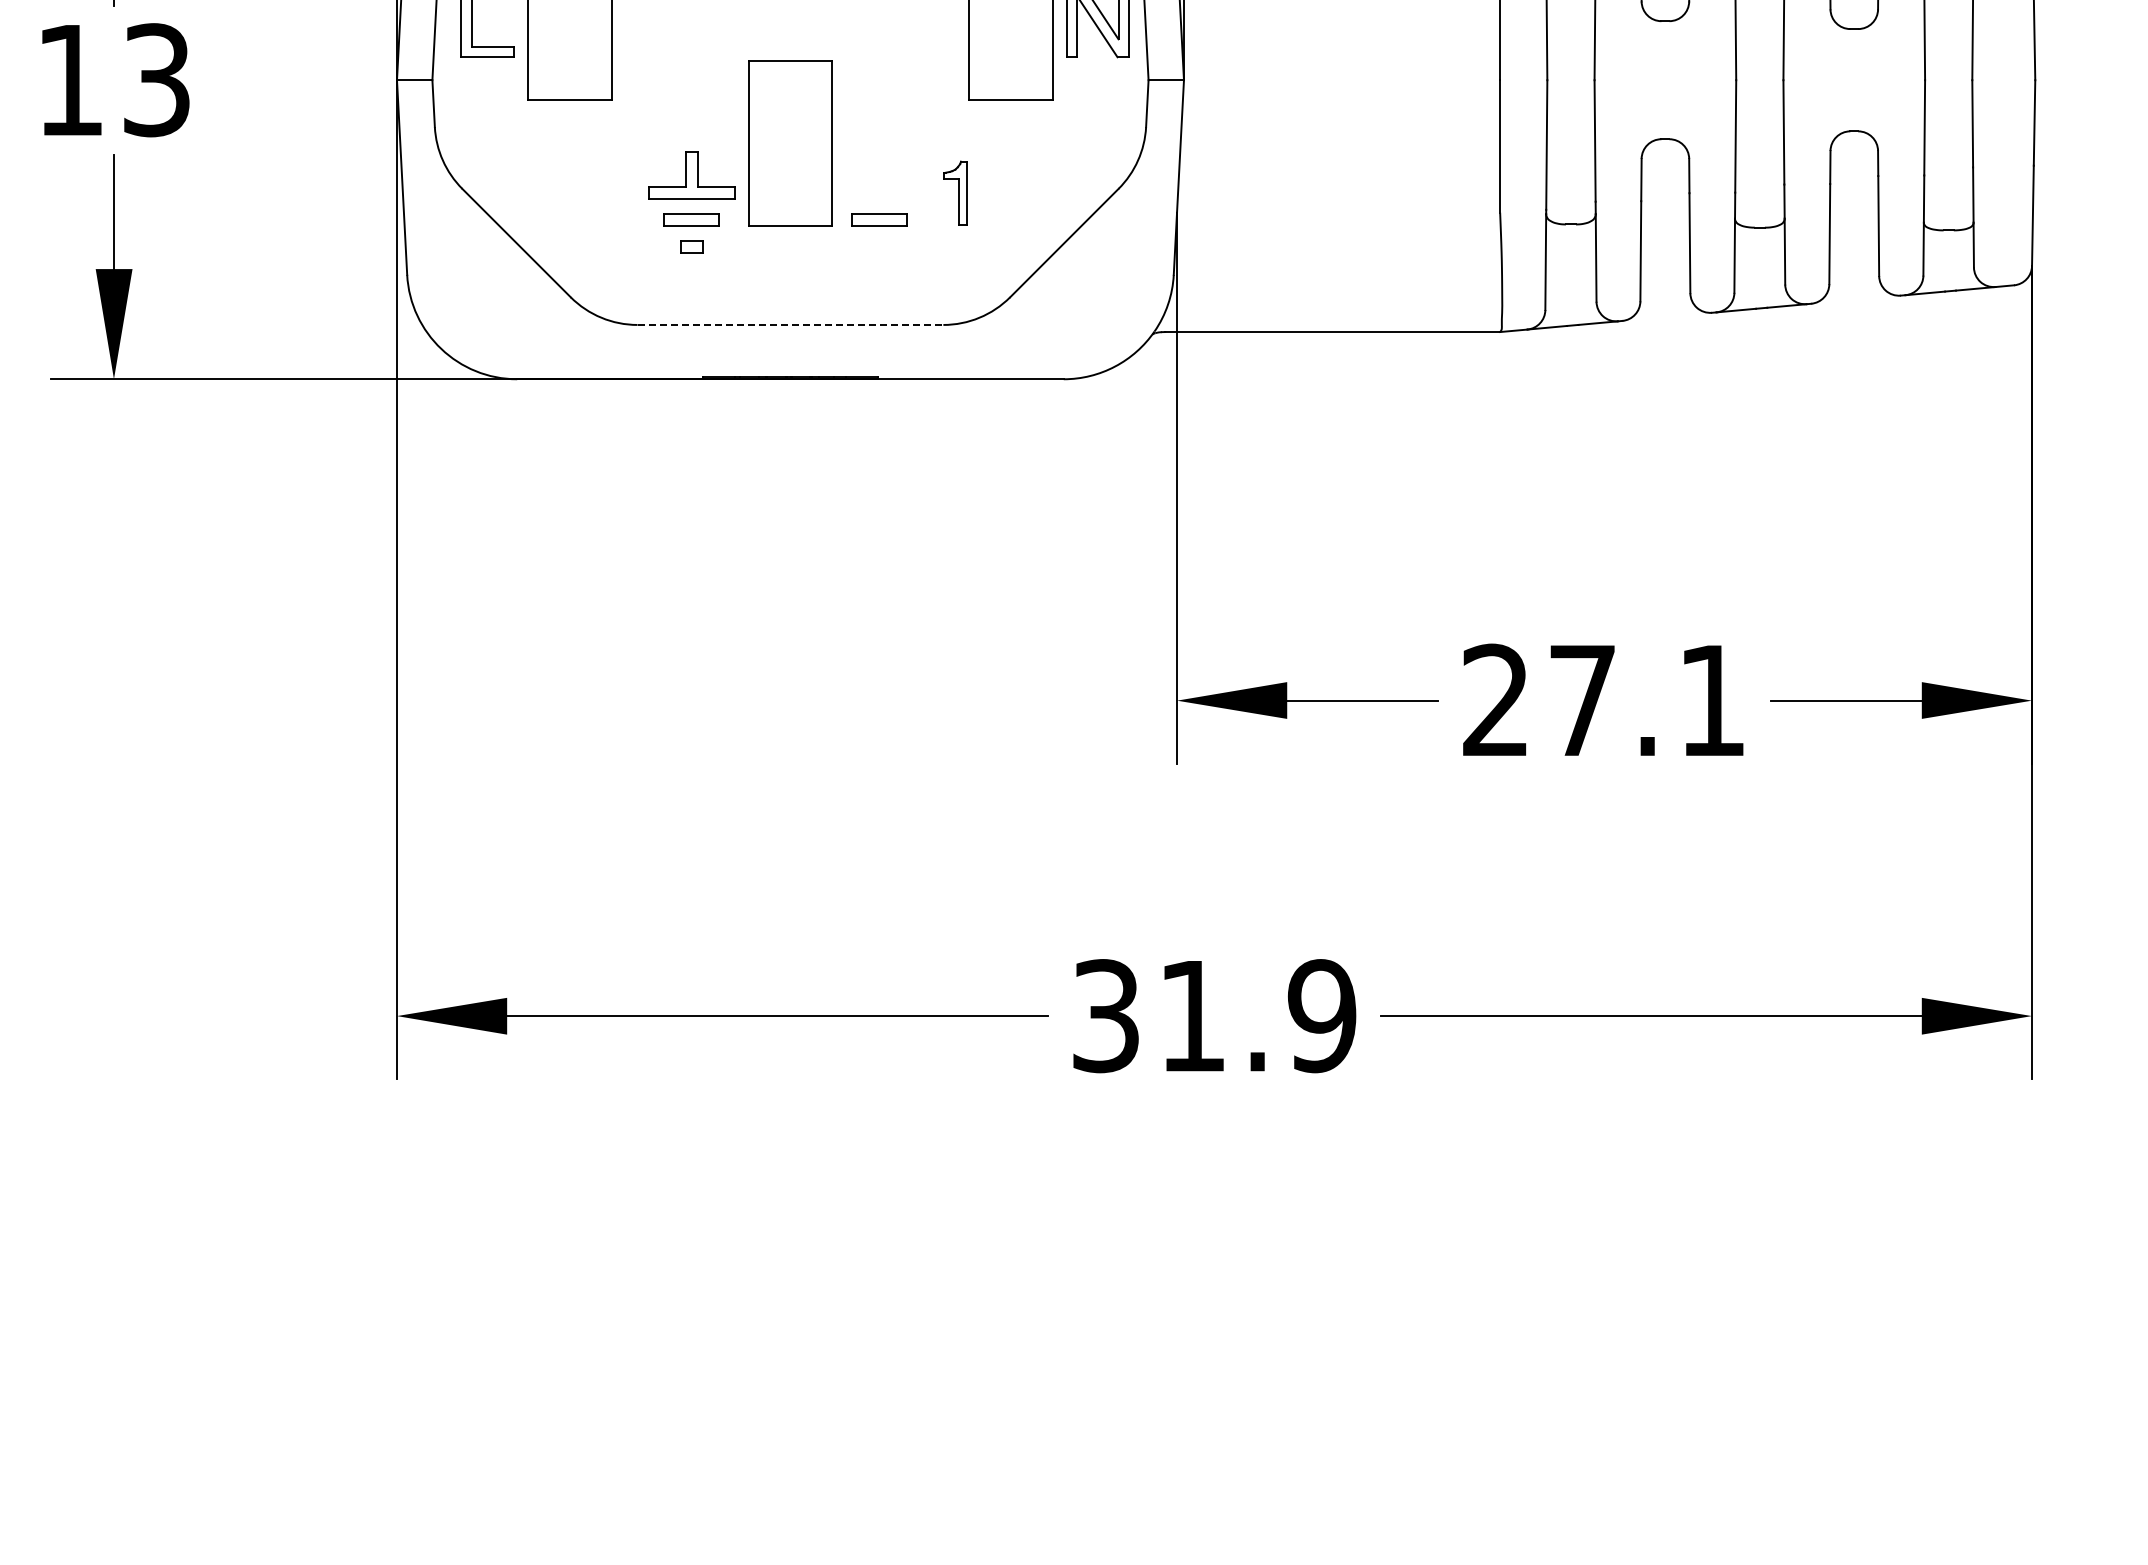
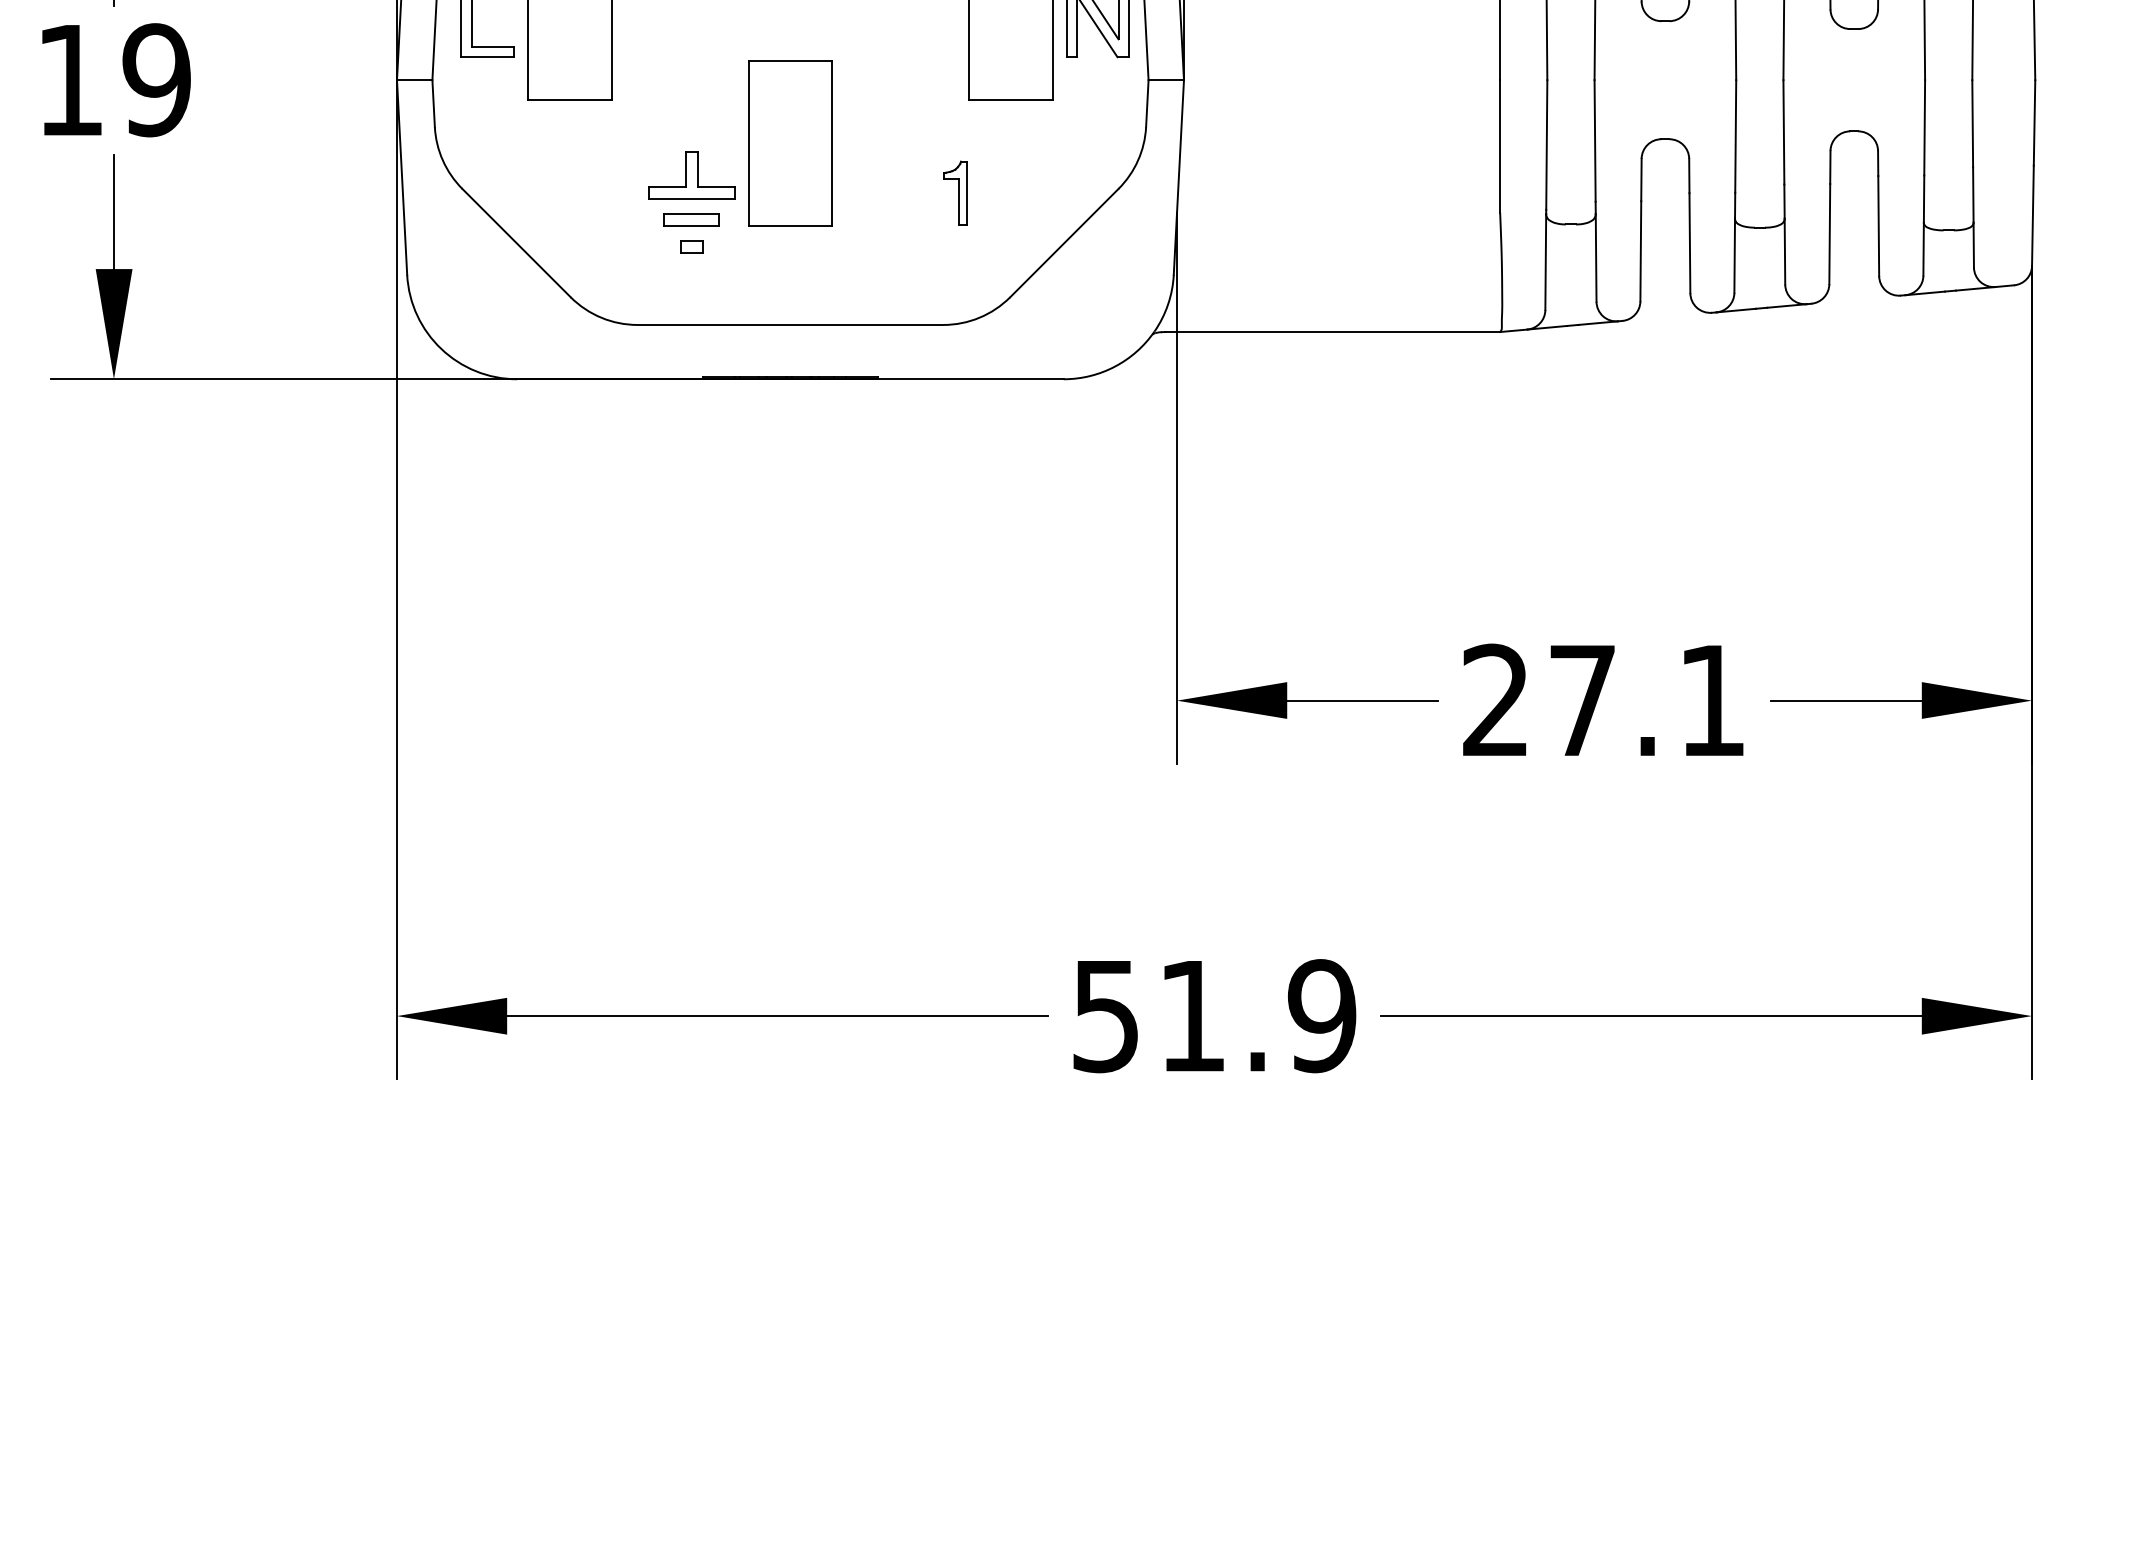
text at (156, 80): 13 -> 19
part at (879, 219): present -> none
line at (790, 324): dashed -> solid
text at (1105, 1015): 31.9 -> 51.9
